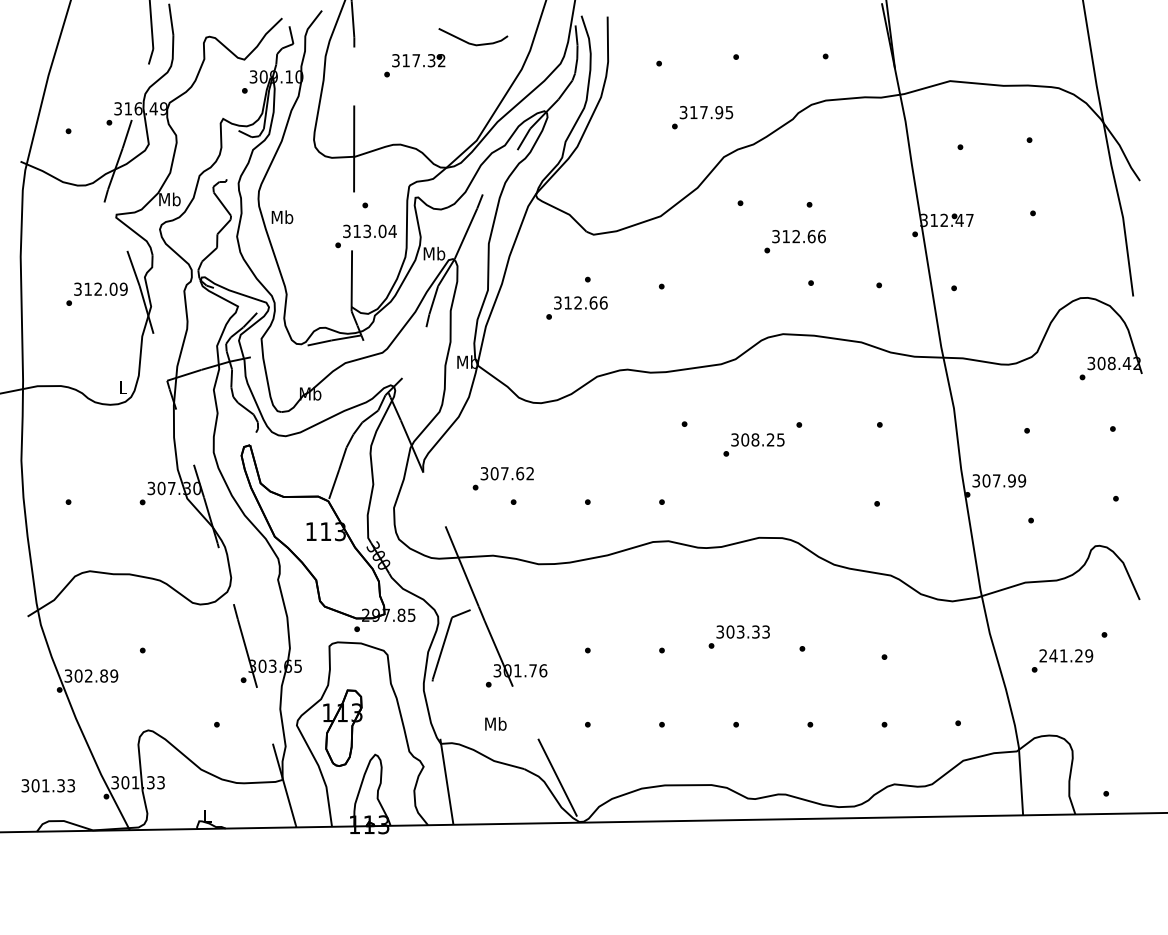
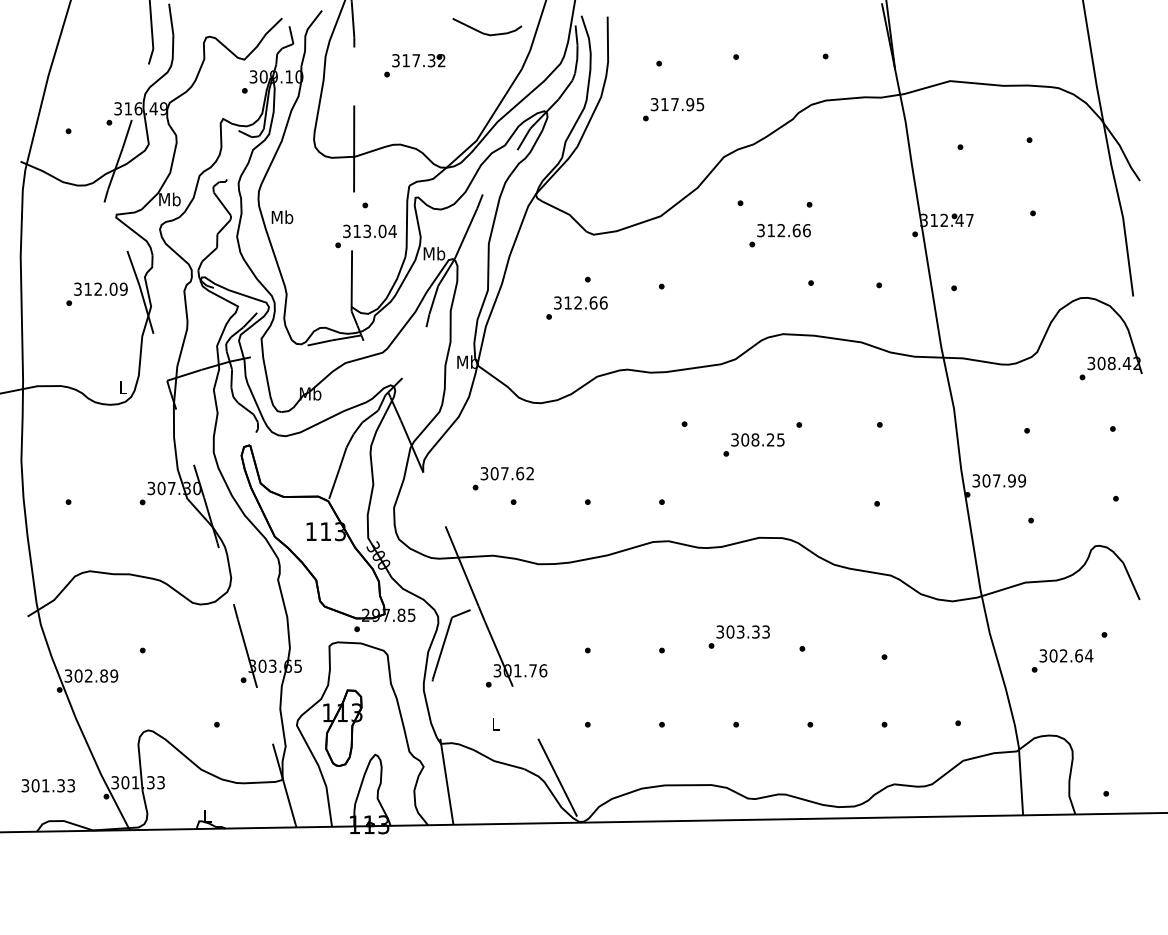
curve at (473, 43) position: (473, 43) -> (487, 33)
text at (702, 117) position: (702, 117) -> (673, 109)
text at (794, 241) position: (794, 241) -> (779, 235)
text at (1066, 655): 241.29 -> 302.64
text at (495, 723): Mb -> L
